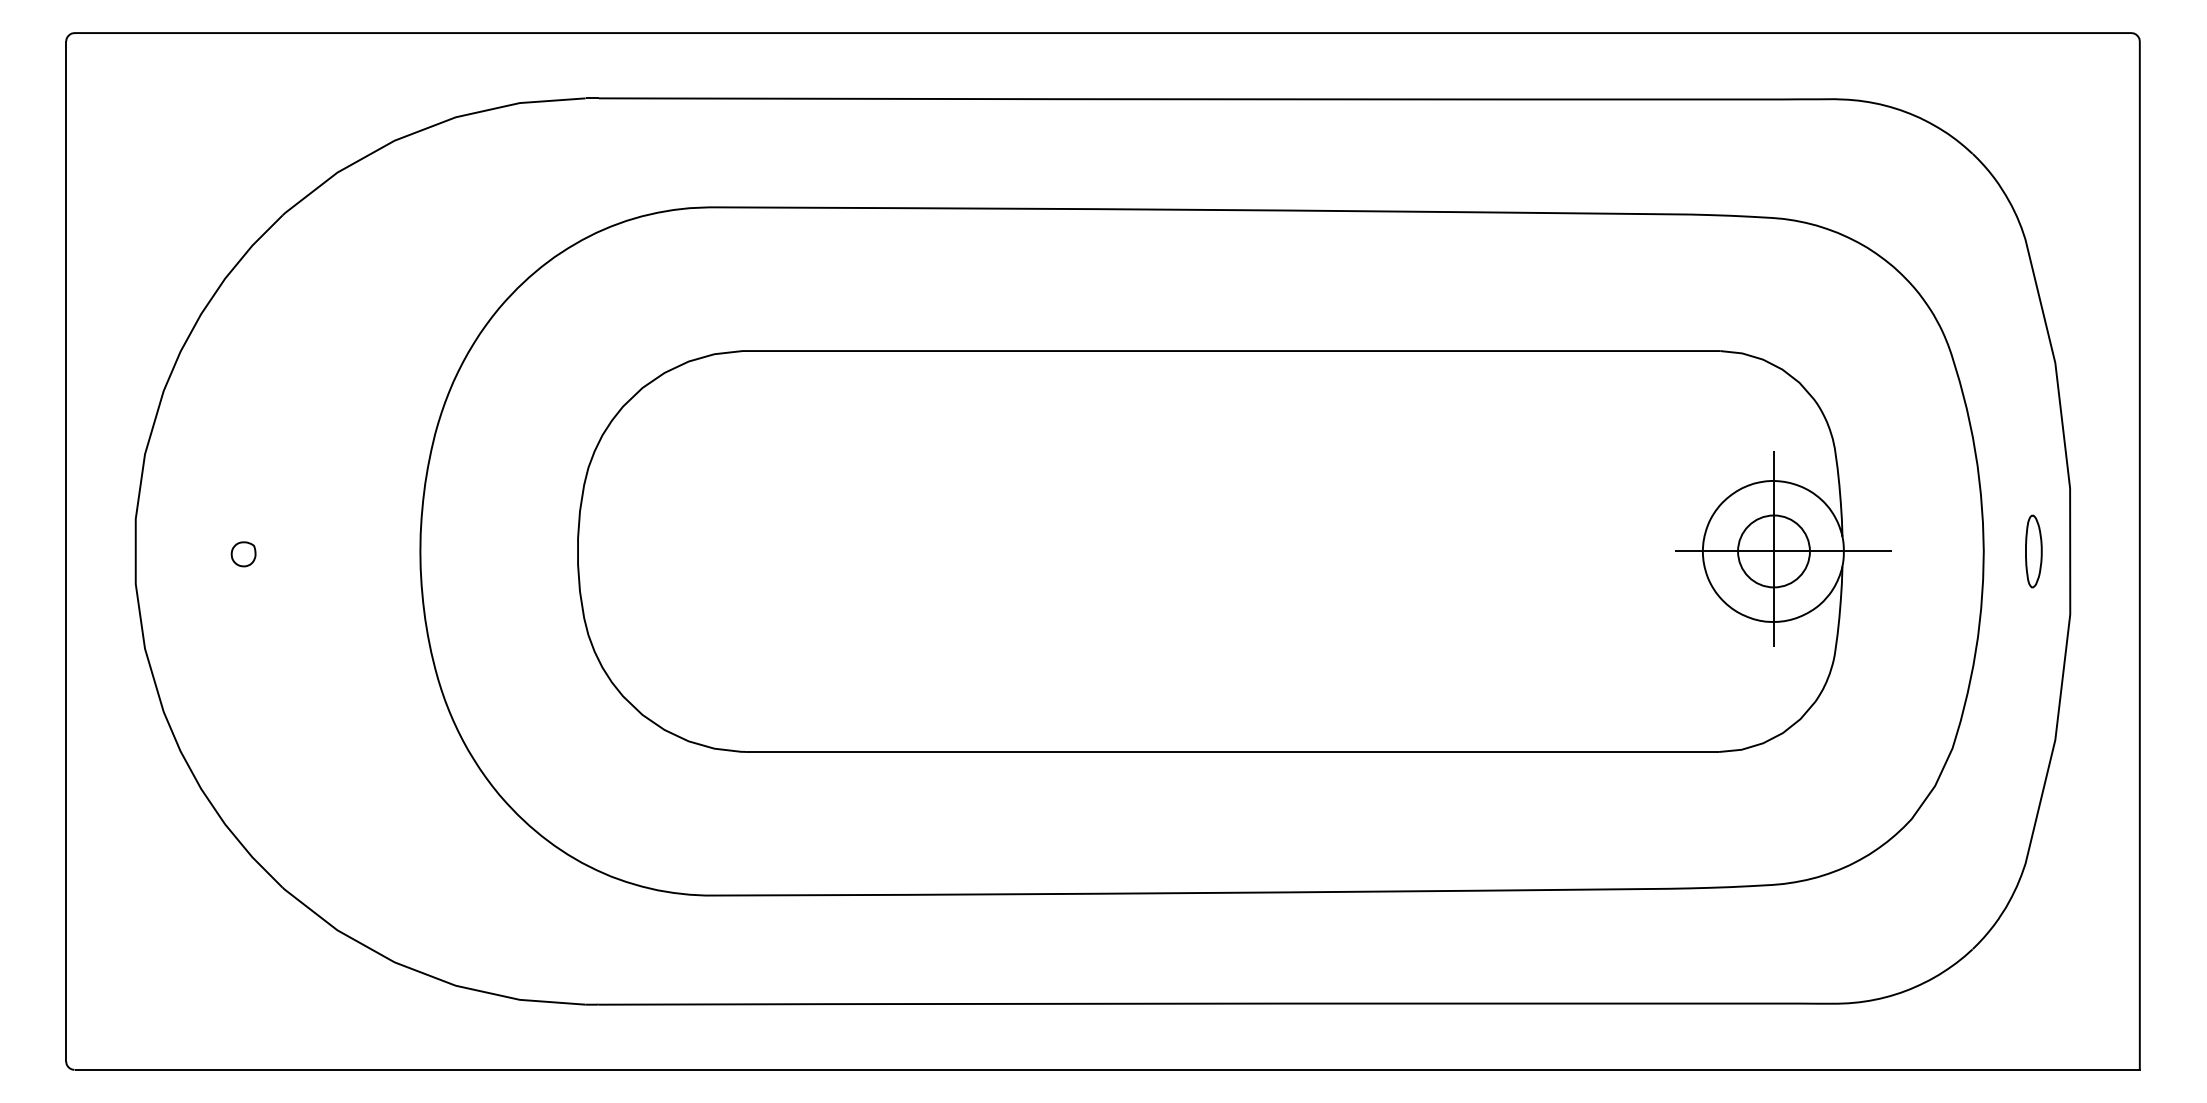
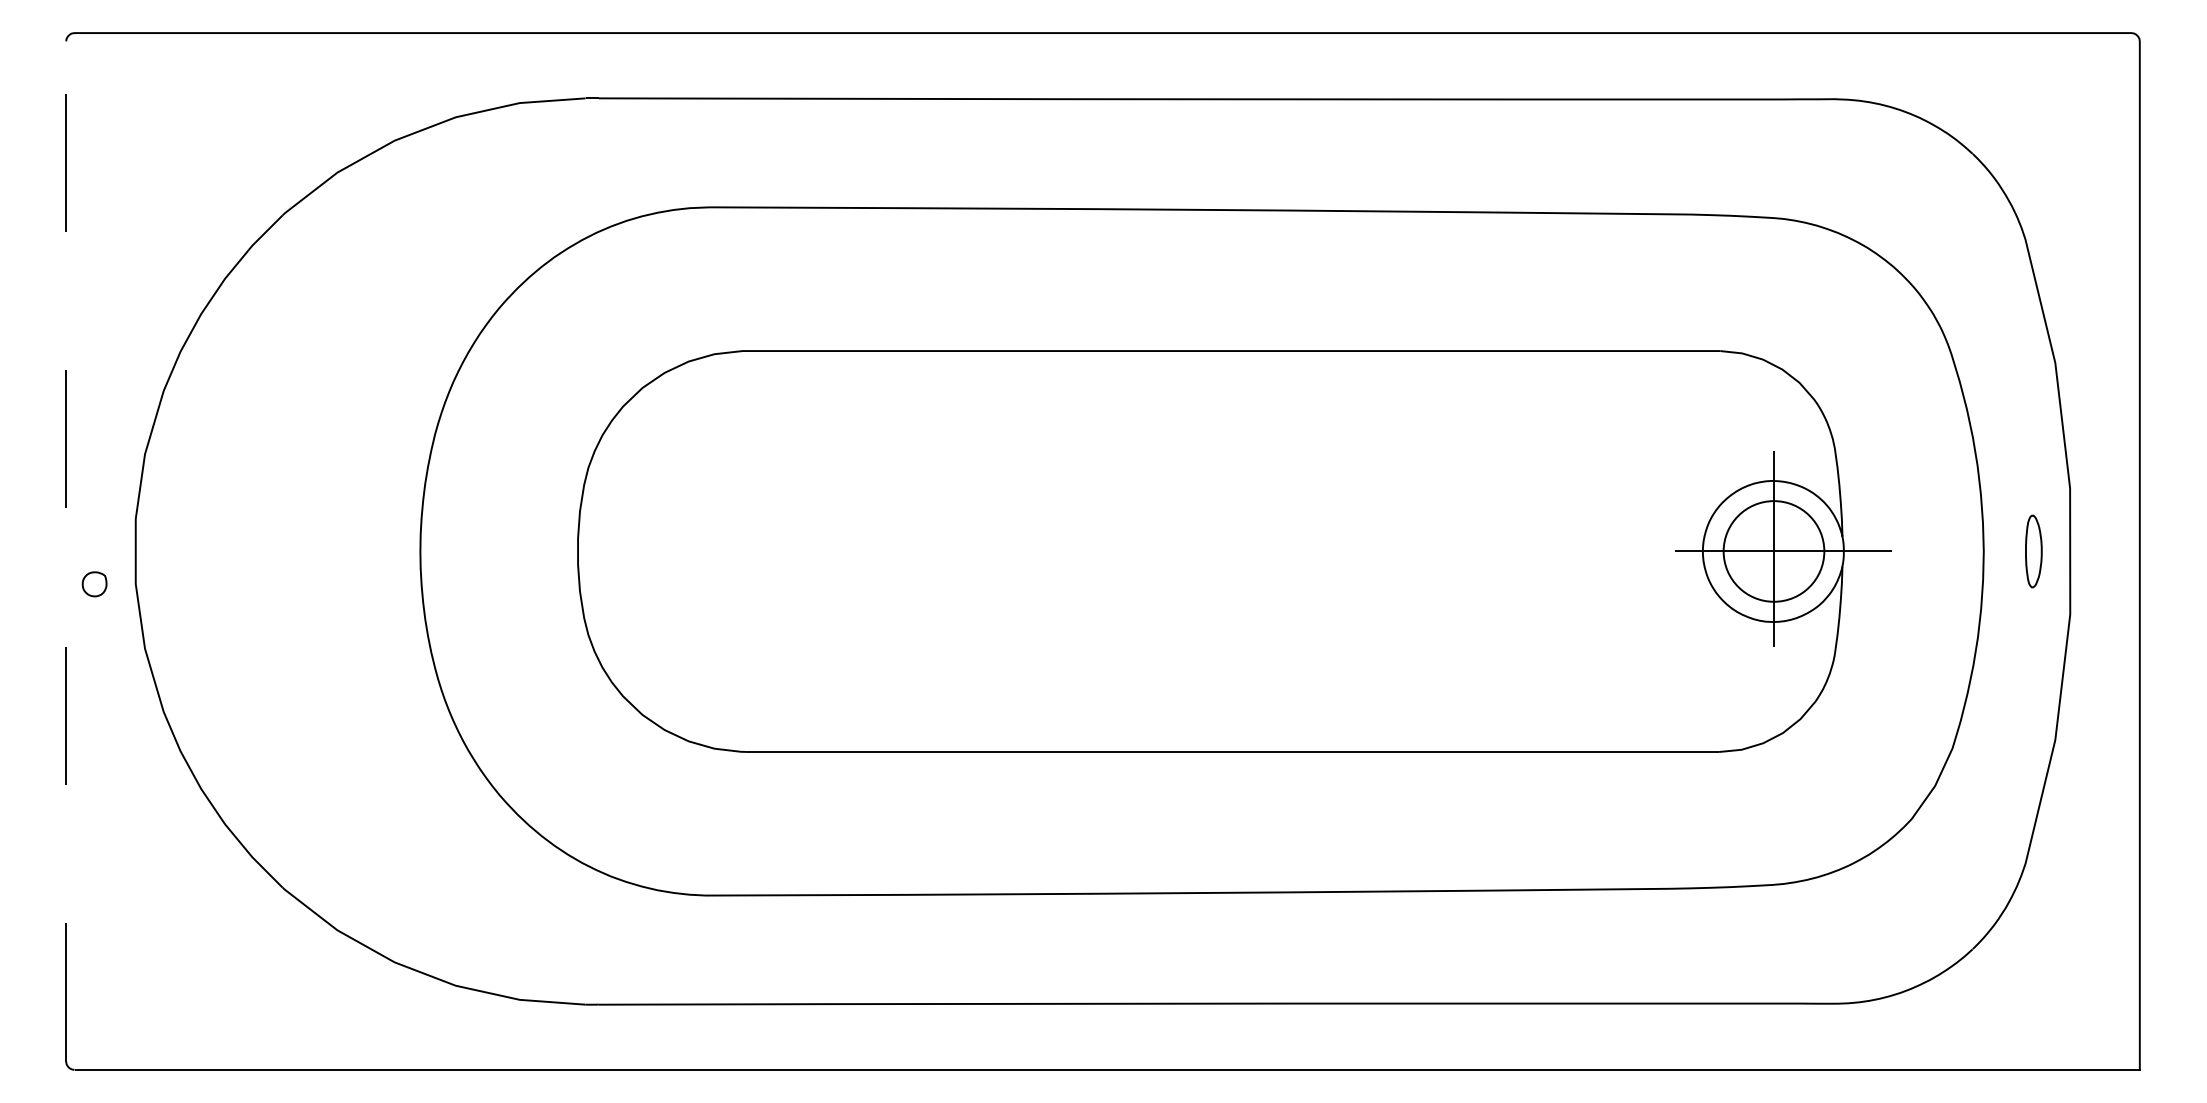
line at (66, 551): solid -> dashed
circle at (1773, 551) diameter: 72 px -> 101 px
part at (243, 554) position: (243, 554) -> (94, 584)
